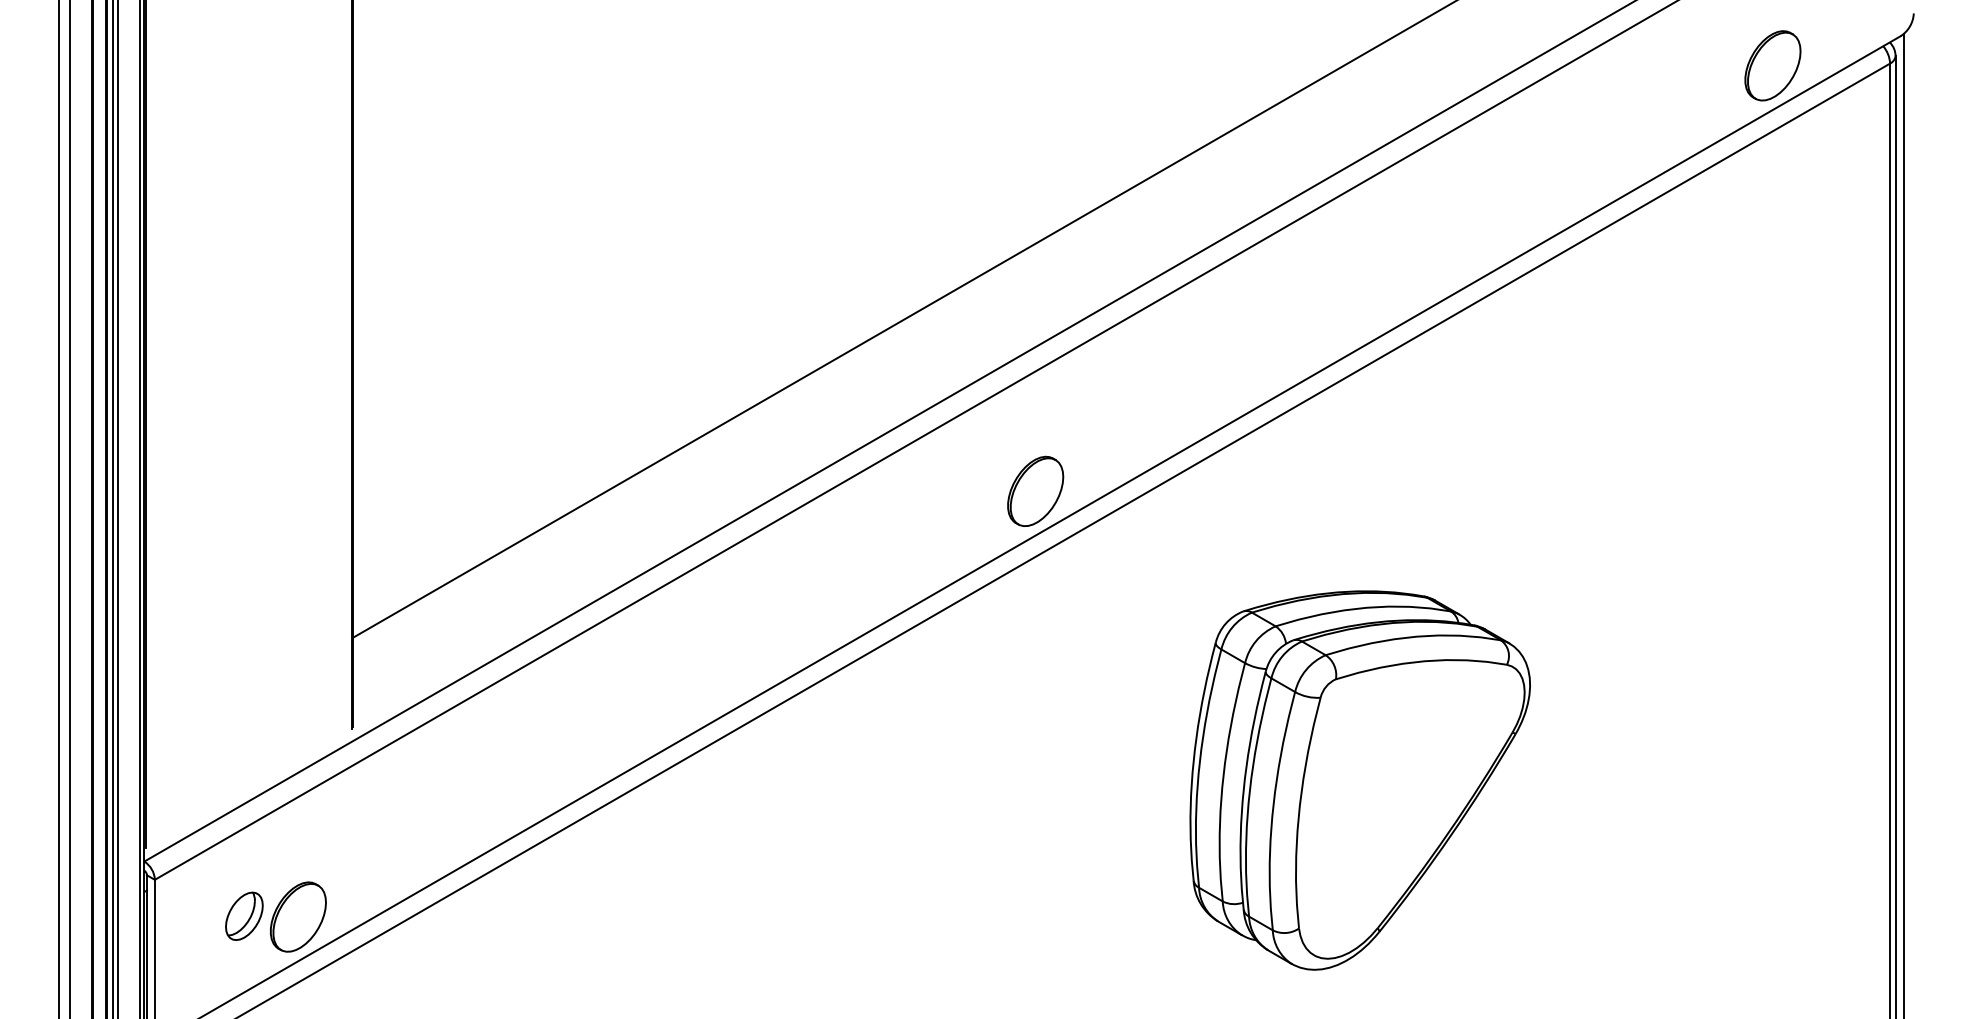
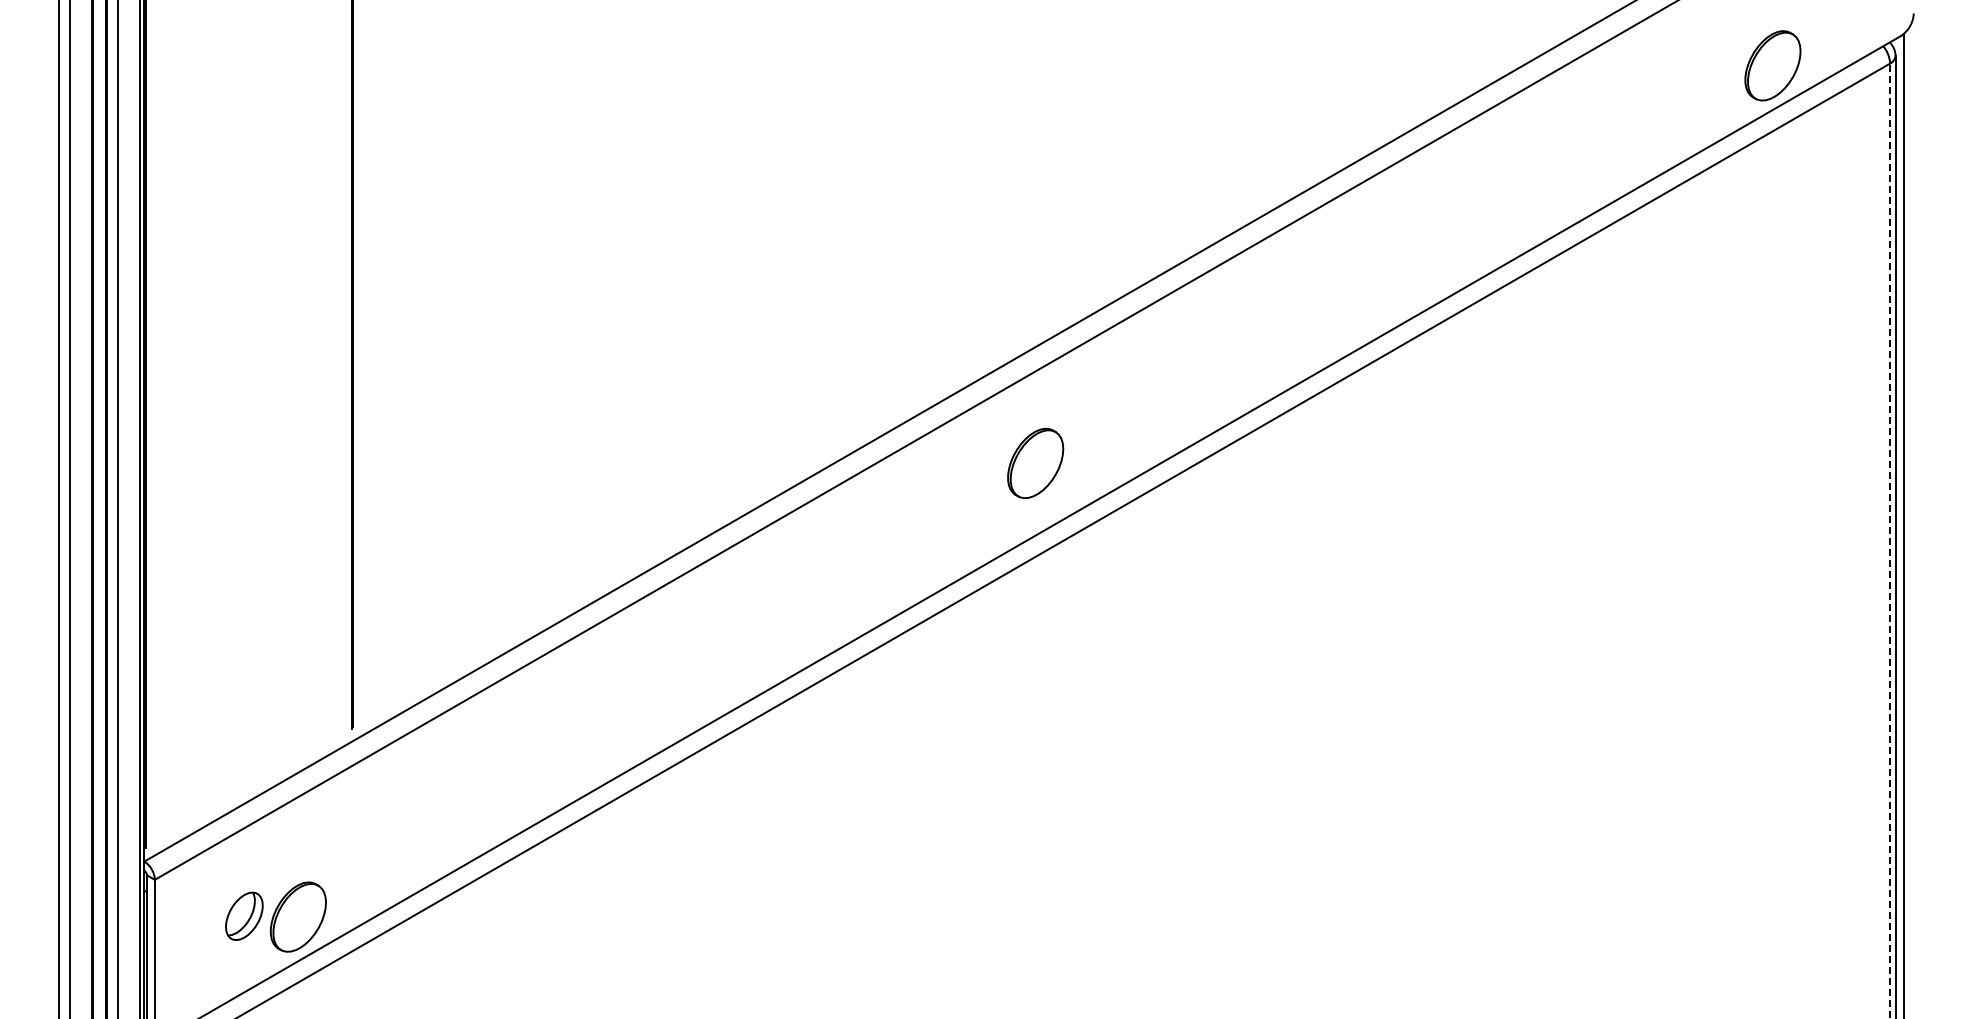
line at (903, 319): present -> none
part at (1035, 490) position: (1035, 490) -> (1035, 462)
line at (112, 508): present -> none
line at (1890, 540): solid -> dashed
part at (1359, 780): present -> none
